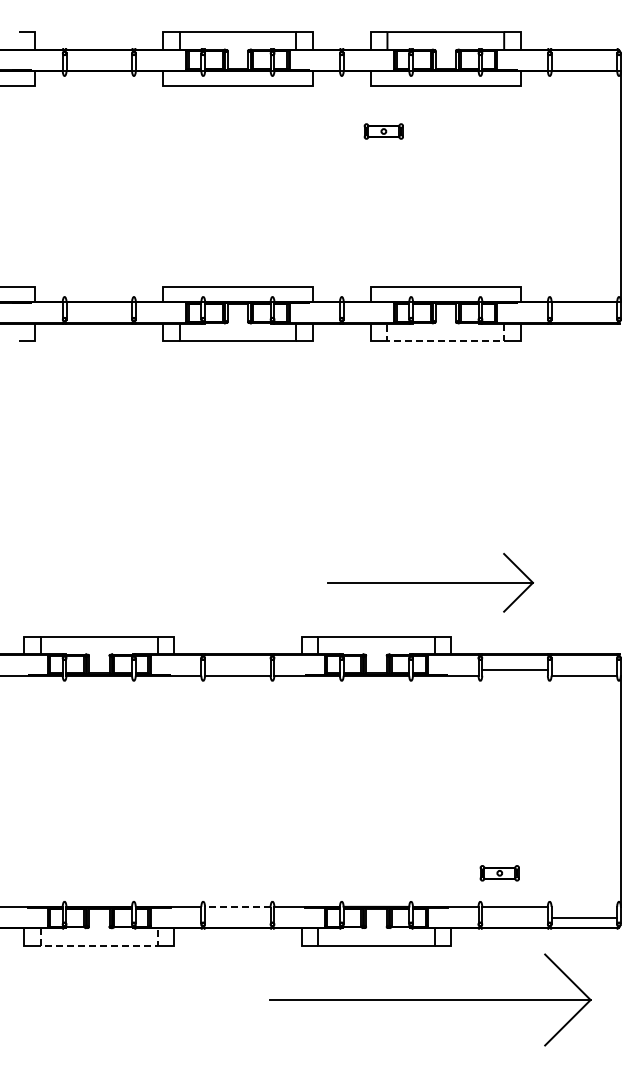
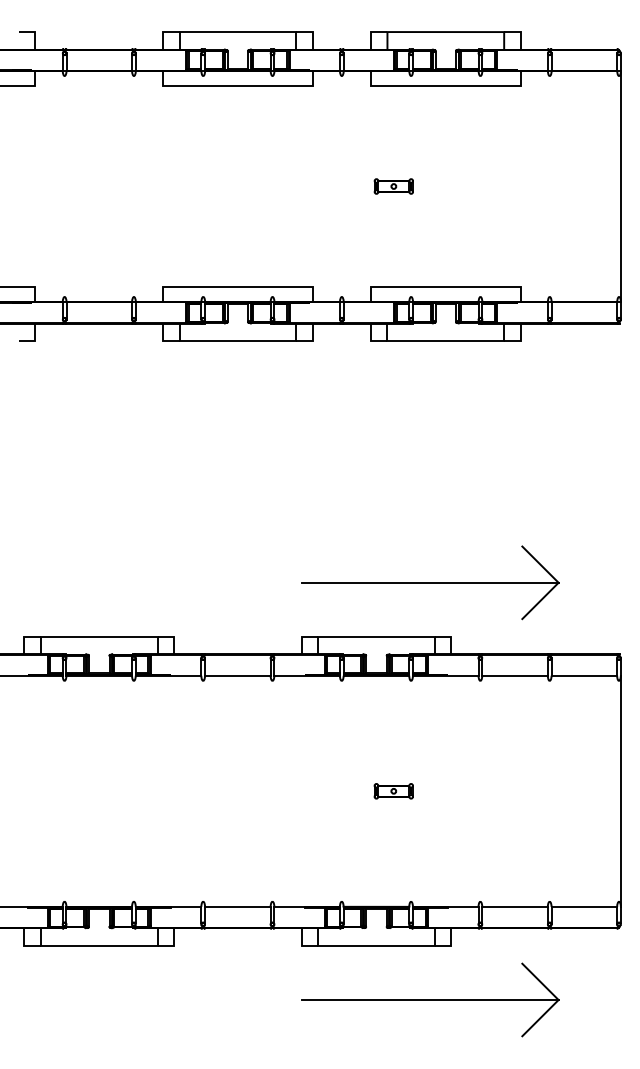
part at (383, 131) position: (383, 131) -> (393, 186)
line at (445, 340): dashed -> solid
part at (430, 582) size: 207x60 px -> 259x76 px
line at (514, 669) position: (514, 669) -> (514, 675)
part at (499, 873) position: (499, 873) -> (393, 791)
line at (237, 906): dashed -> solid
line at (584, 917) position: (584, 917) -> (584, 906)
line at (99, 945): dashed -> solid
part at (430, 999) size: 323x94 px -> 259x76 px
